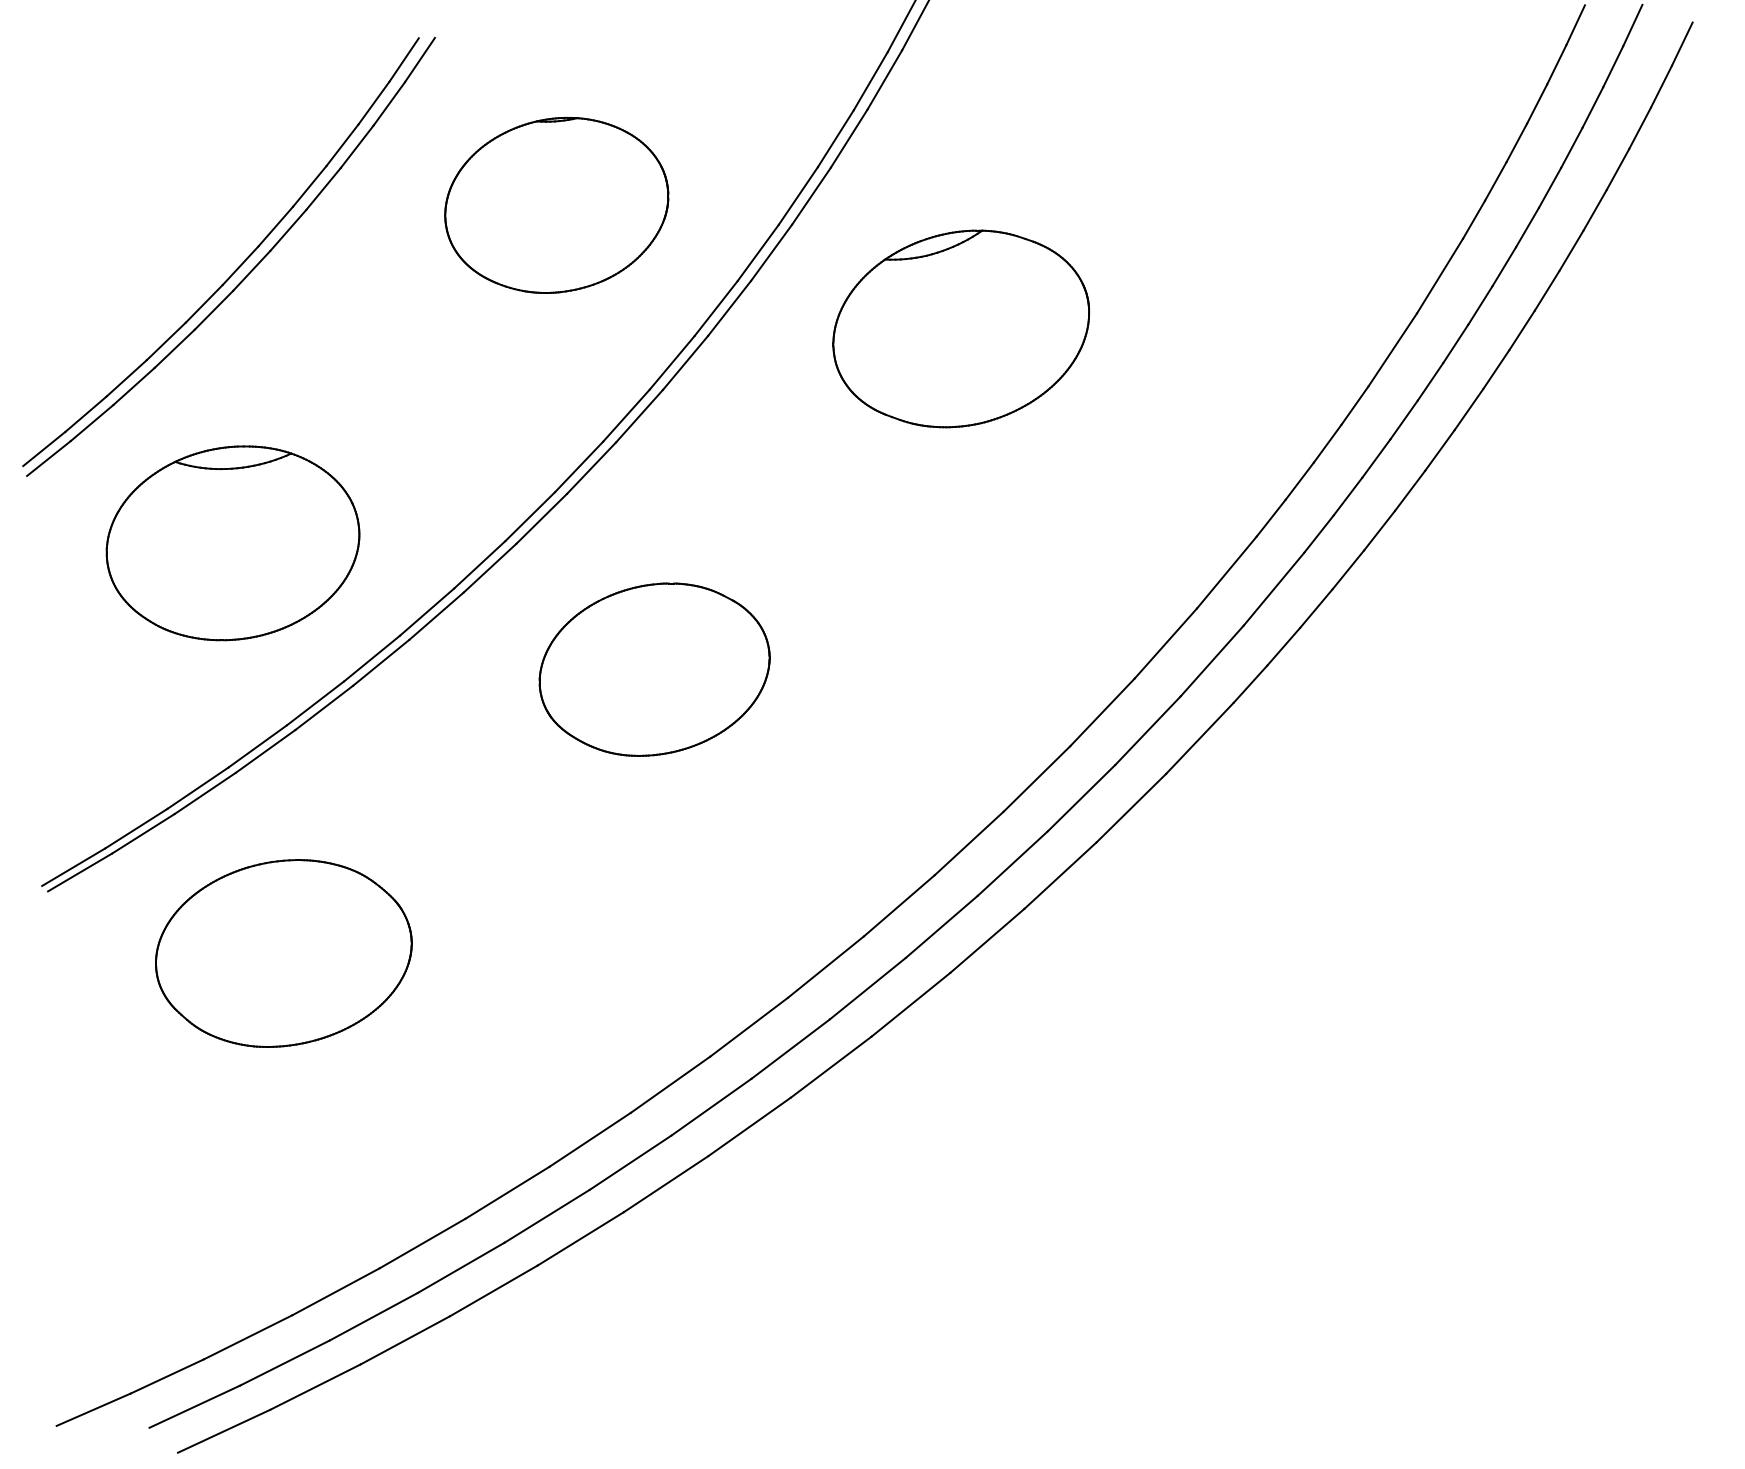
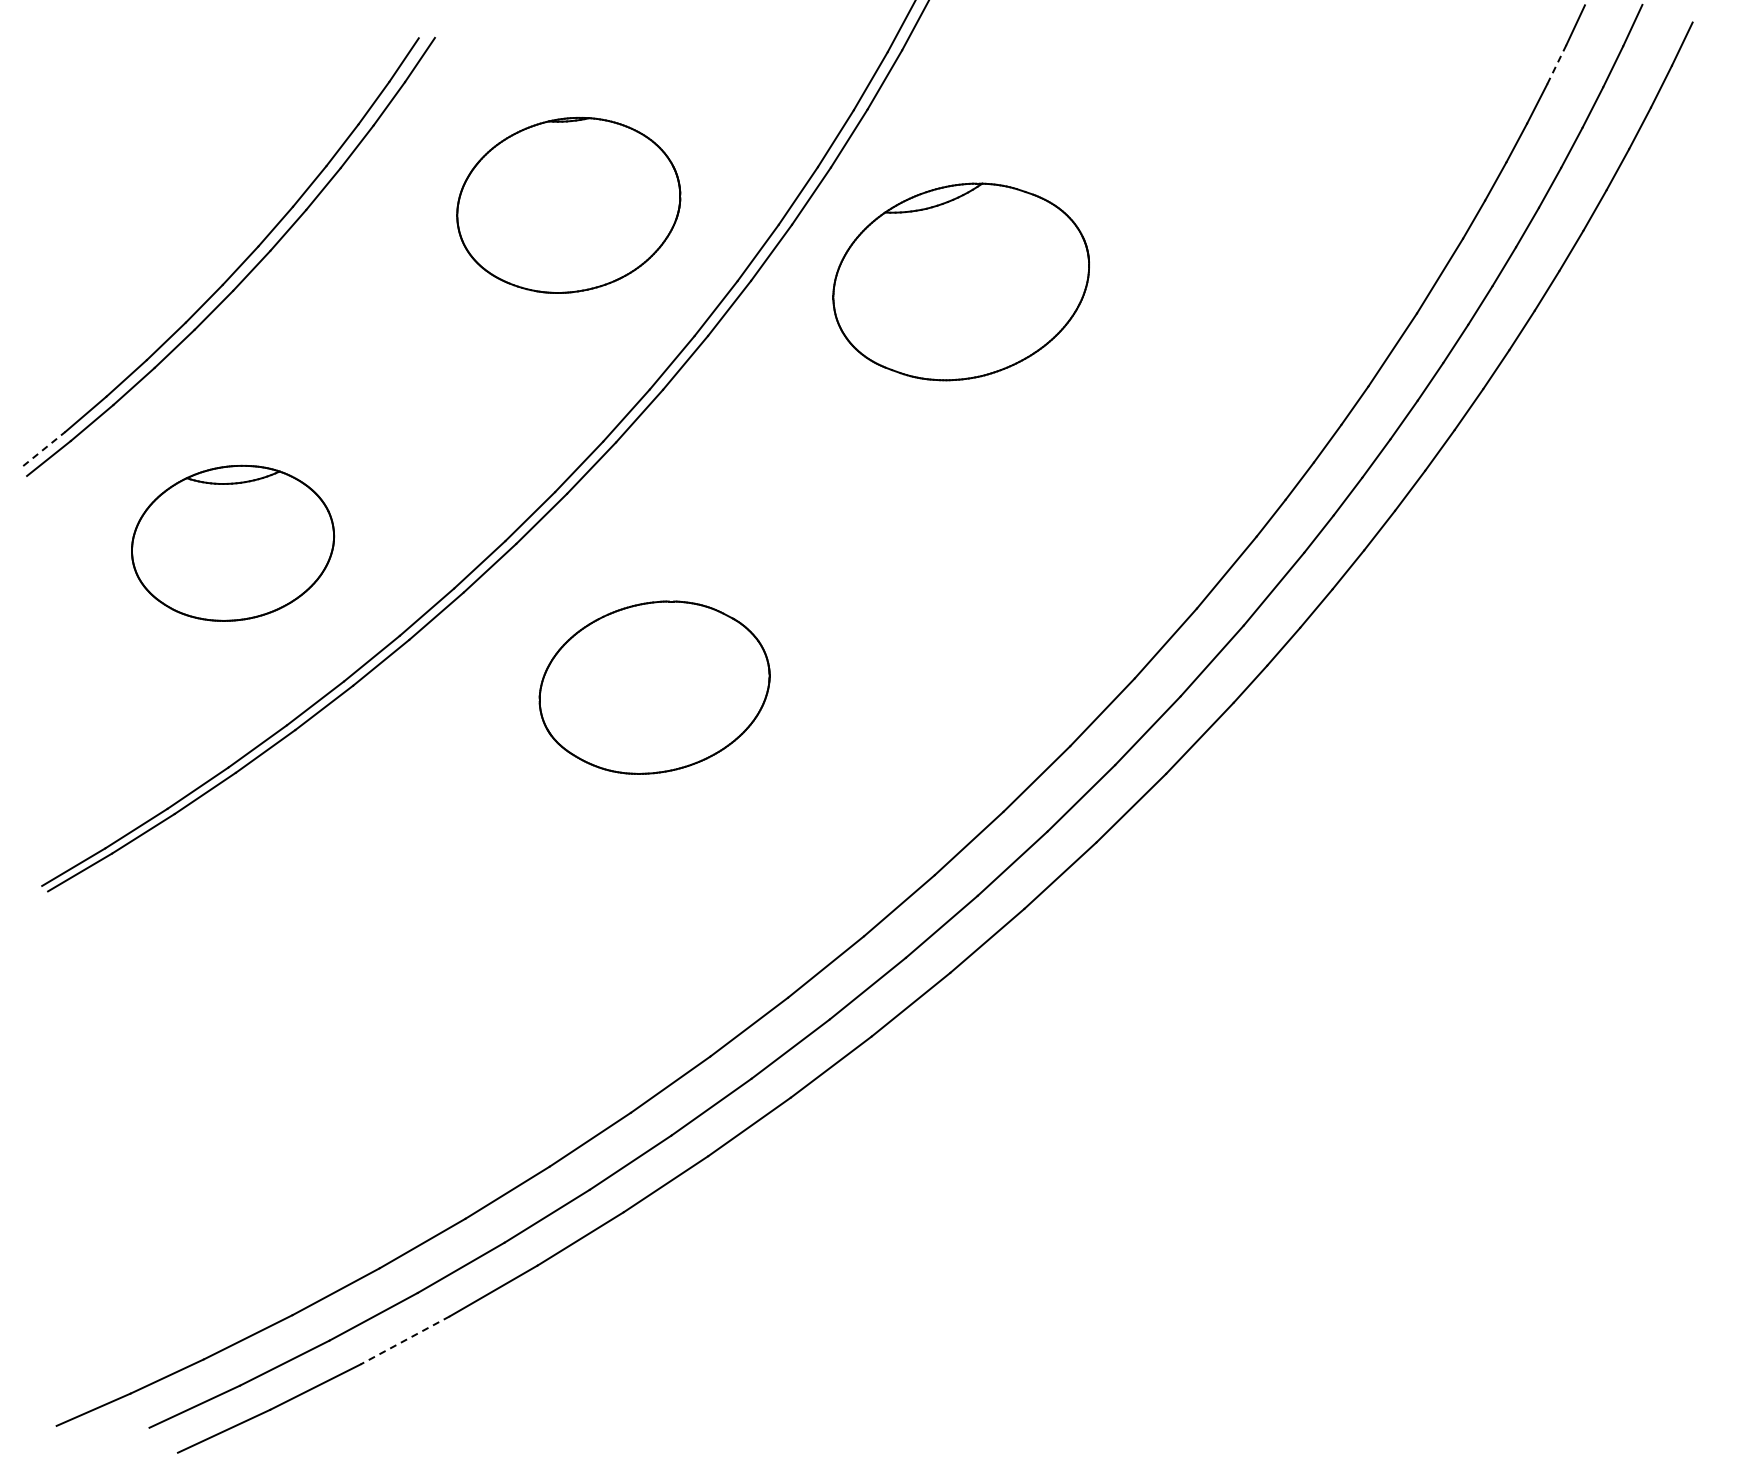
line at (1556, 64): solid -> dashed
part at (556, 205) position: (556, 205) -> (568, 205)
part at (960, 328) position: (960, 328) -> (960, 281)
line at (44, 448): solid -> dashed
part at (232, 543) size: 256x197 px -> 205x158 px
part at (654, 669) position: (654, 669) -> (654, 687)
part at (283, 953): present -> none
line at (405, 1340): solid -> dashed
